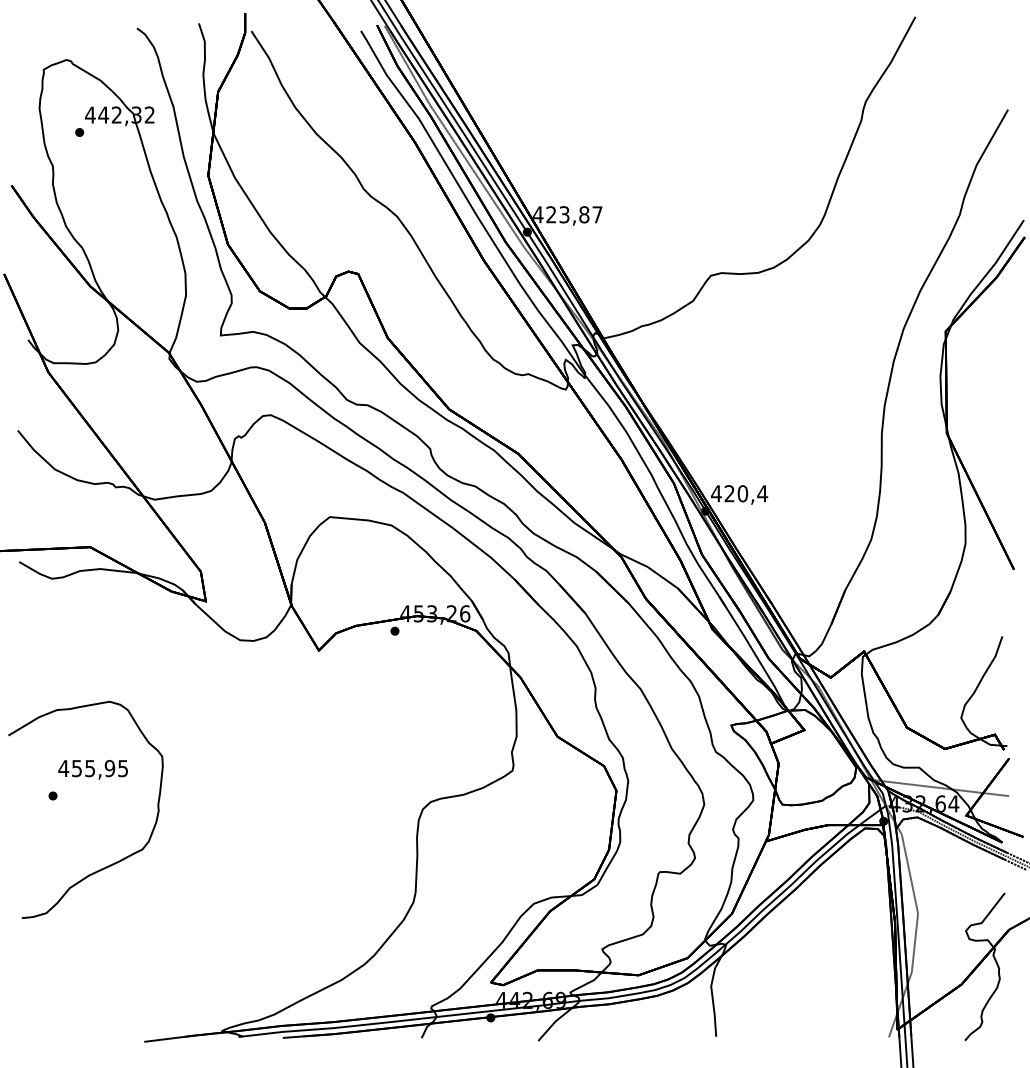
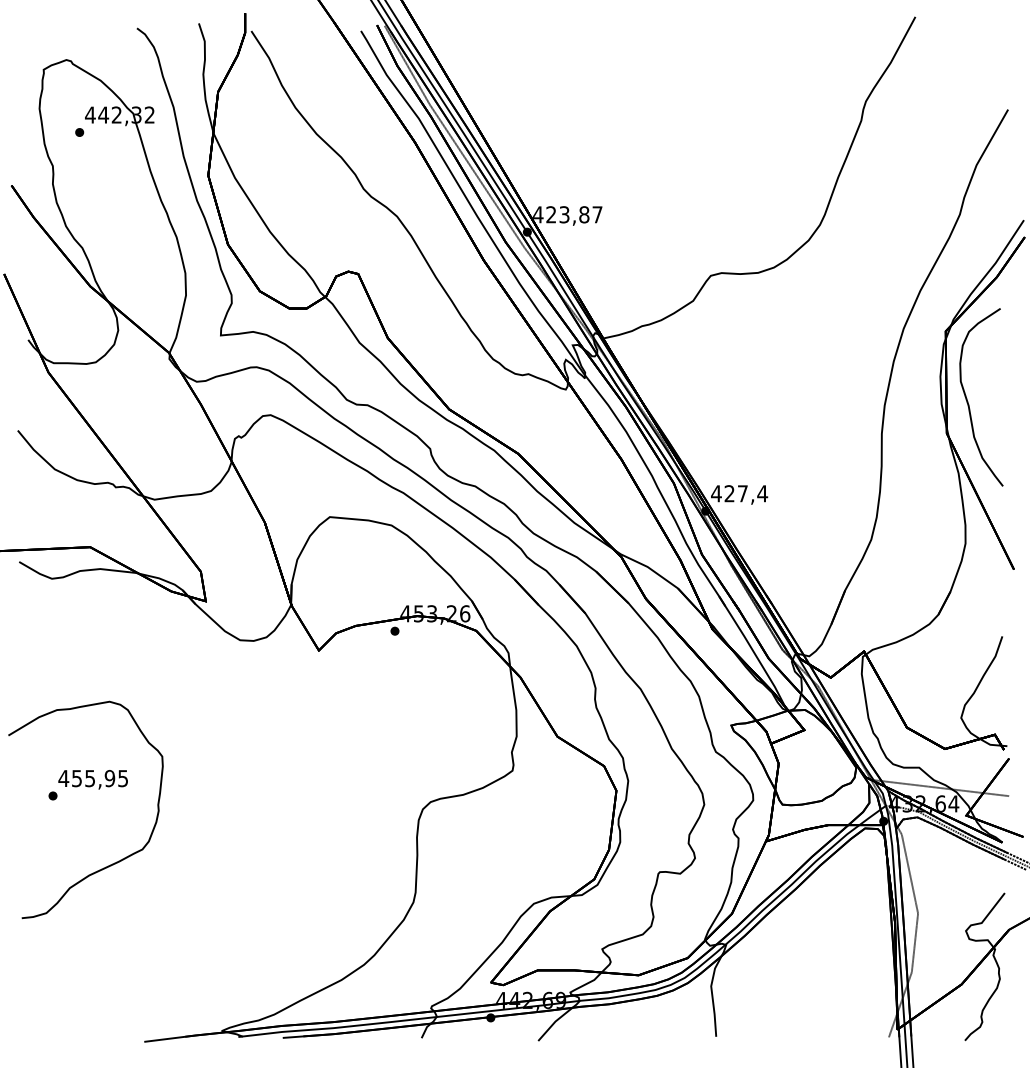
part at (968, 401): none -> present
text at (742, 493): 420,4 -> 427,4
text at (92, 769) position: (92, 769) -> (92, 779)
